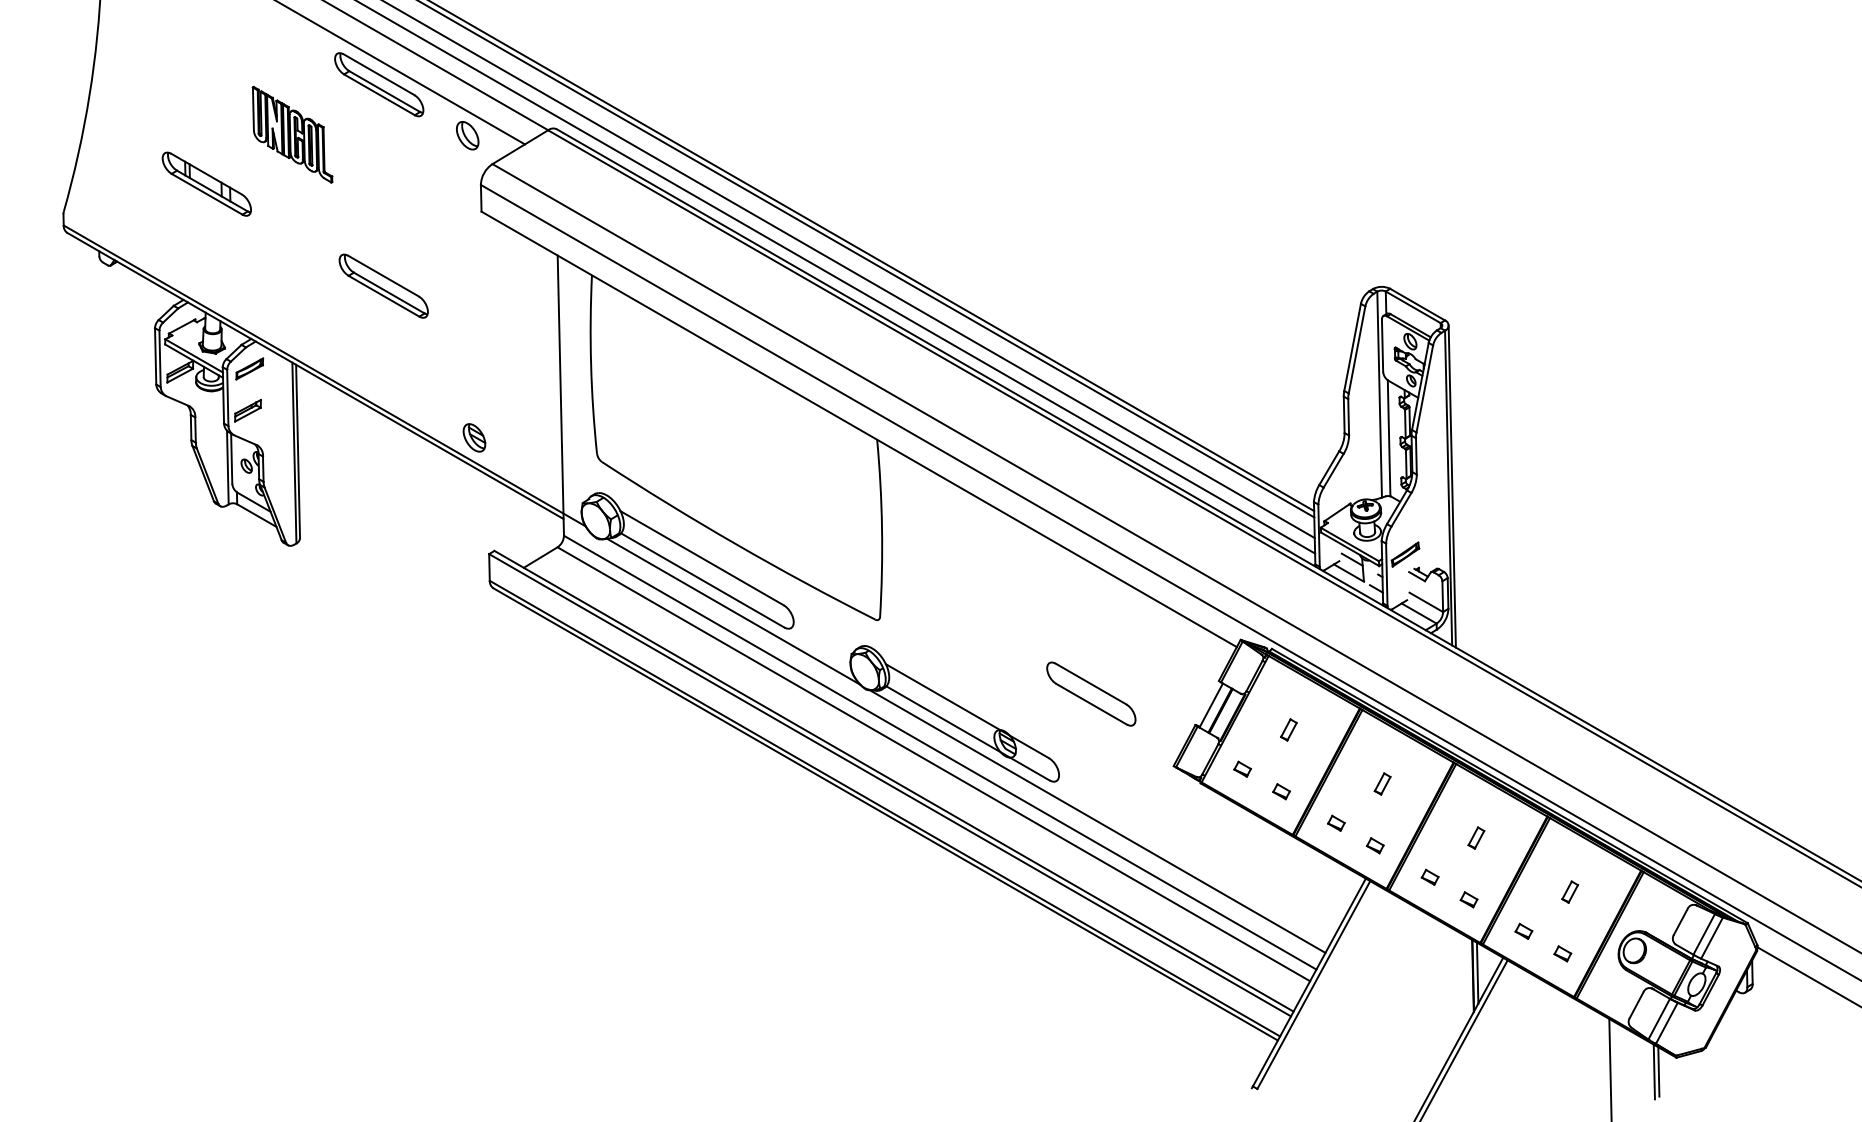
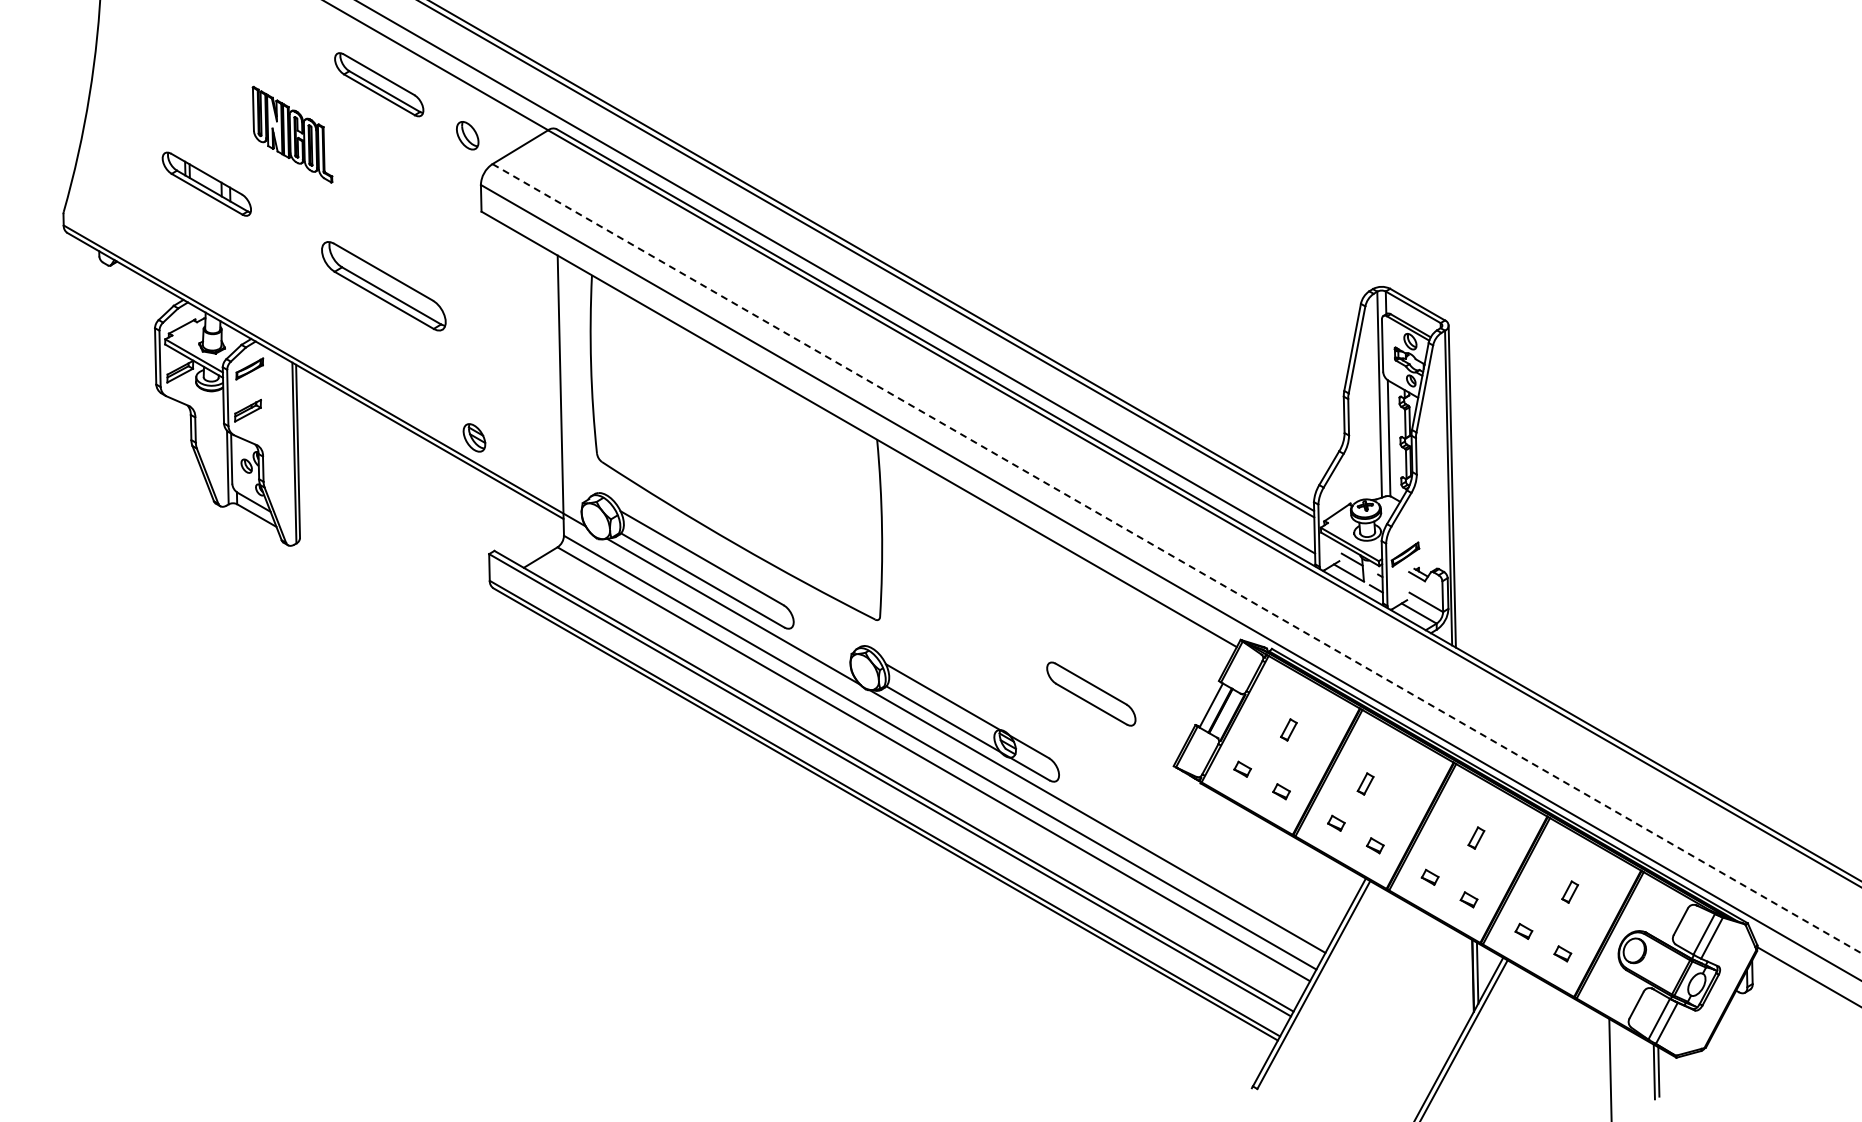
line at (401, 73): present -> none
line at (849, 270): present -> none
part at (383, 285) size: 91x66 px -> 126x91 px
line at (1177, 559): solid -> dashed
part at (1382, 783) position: (1382, 783) -> (1365, 783)
